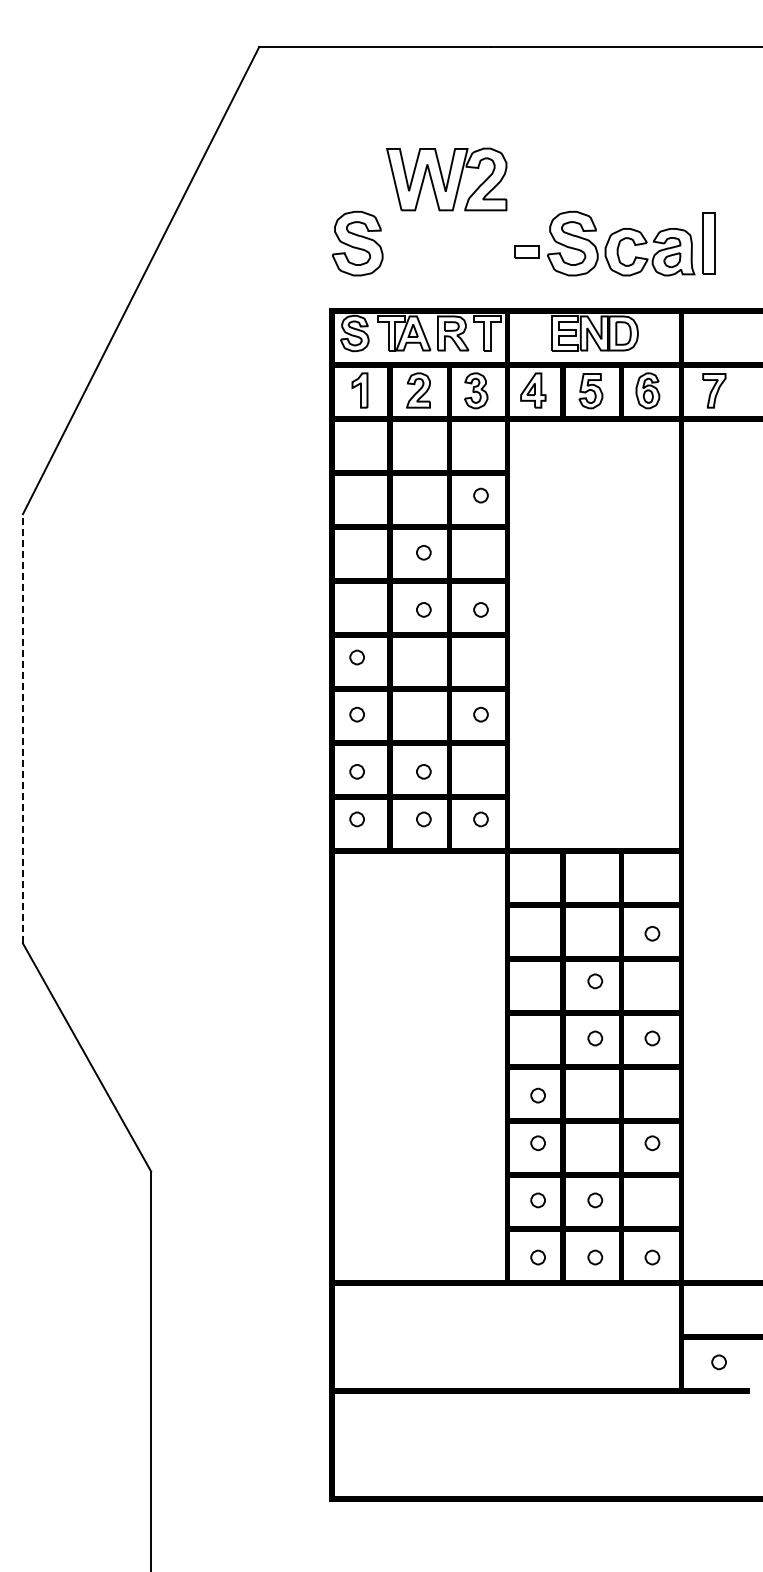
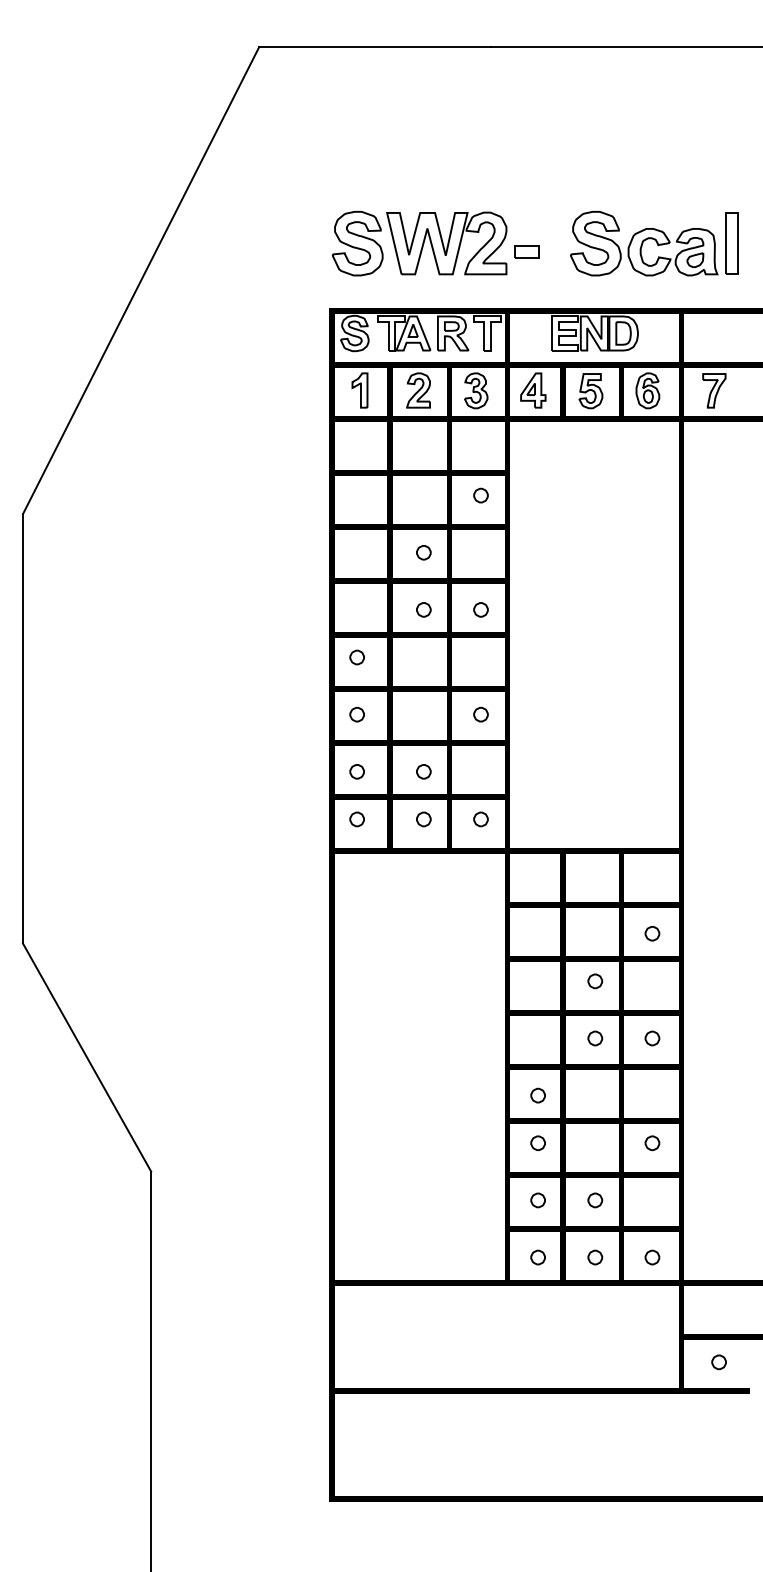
part at (446, 179) position: (446, 179) -> (446, 243)
part at (631, 243) position: (631, 243) -> (654, 243)
line at (22, 728): dashed -> solid
